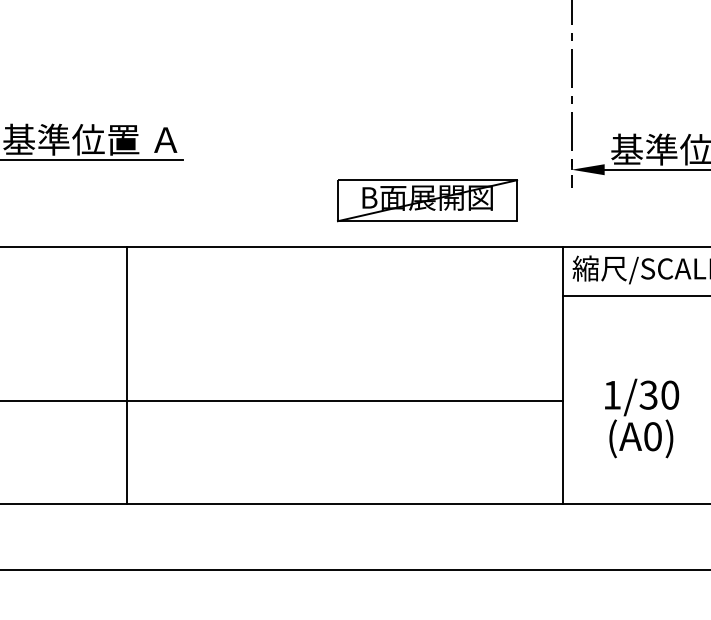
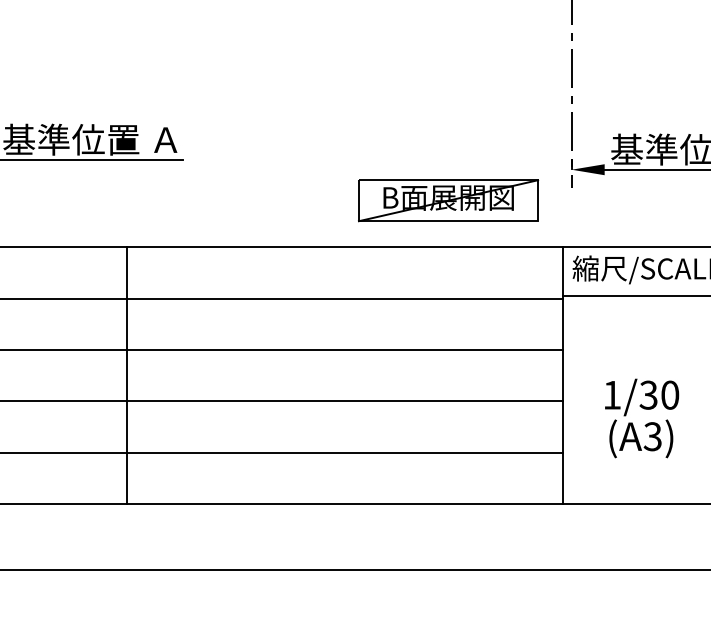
part at (427, 200) position: (427, 200) -> (448, 200)
line at (282, 298): none -> present
line at (282, 349): none -> present
text at (652, 436): (A0) -> (A3)
line at (282, 452): none -> present
